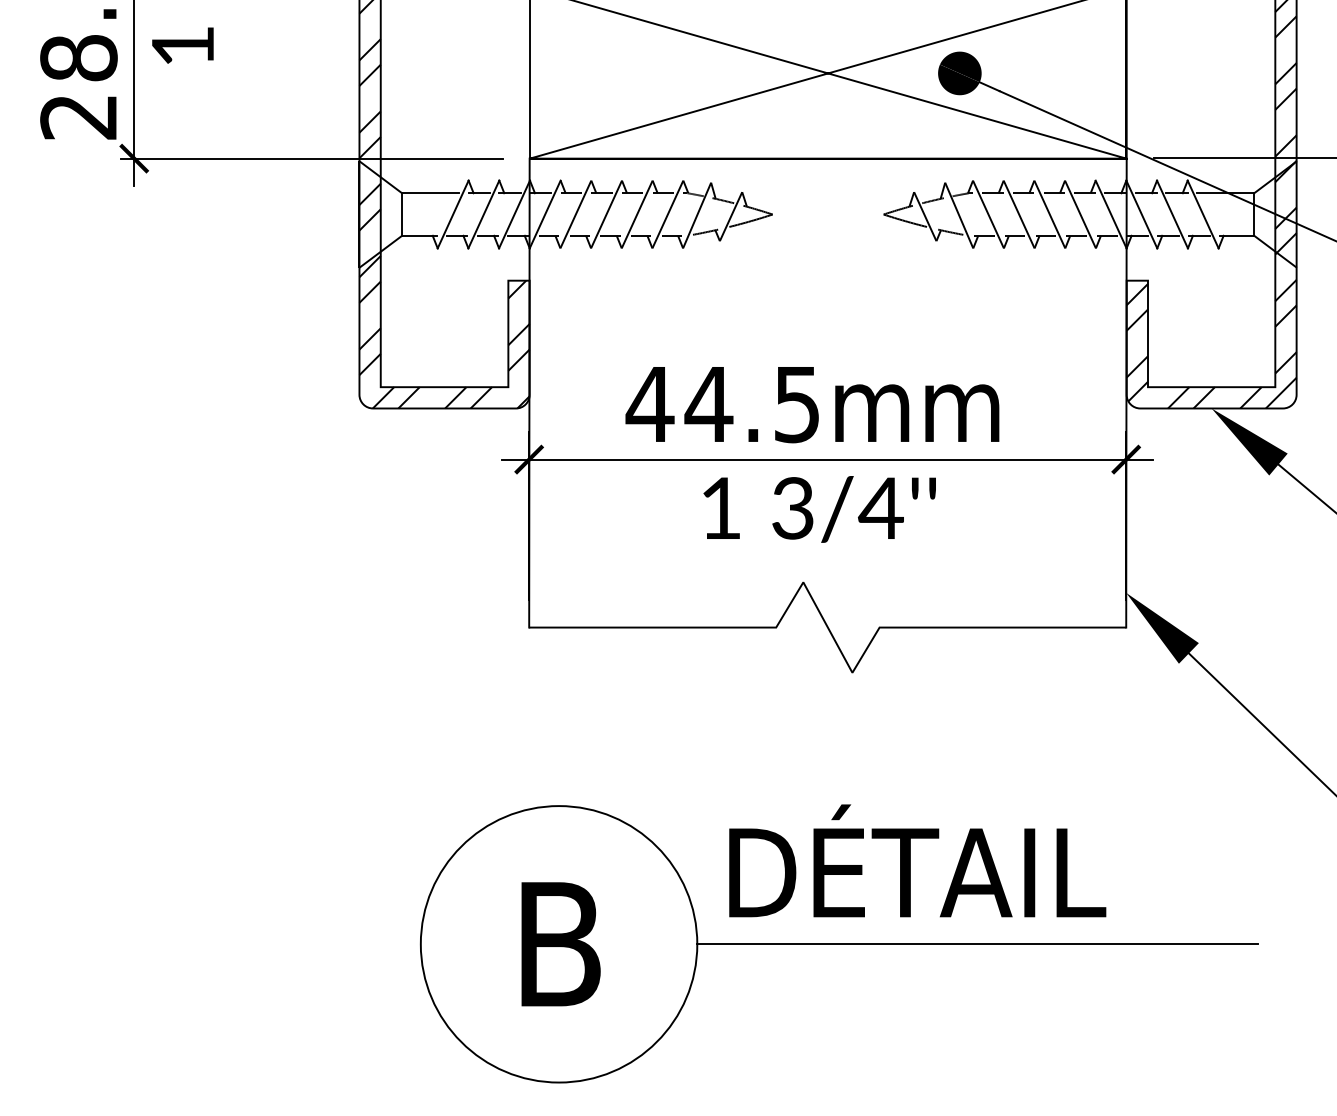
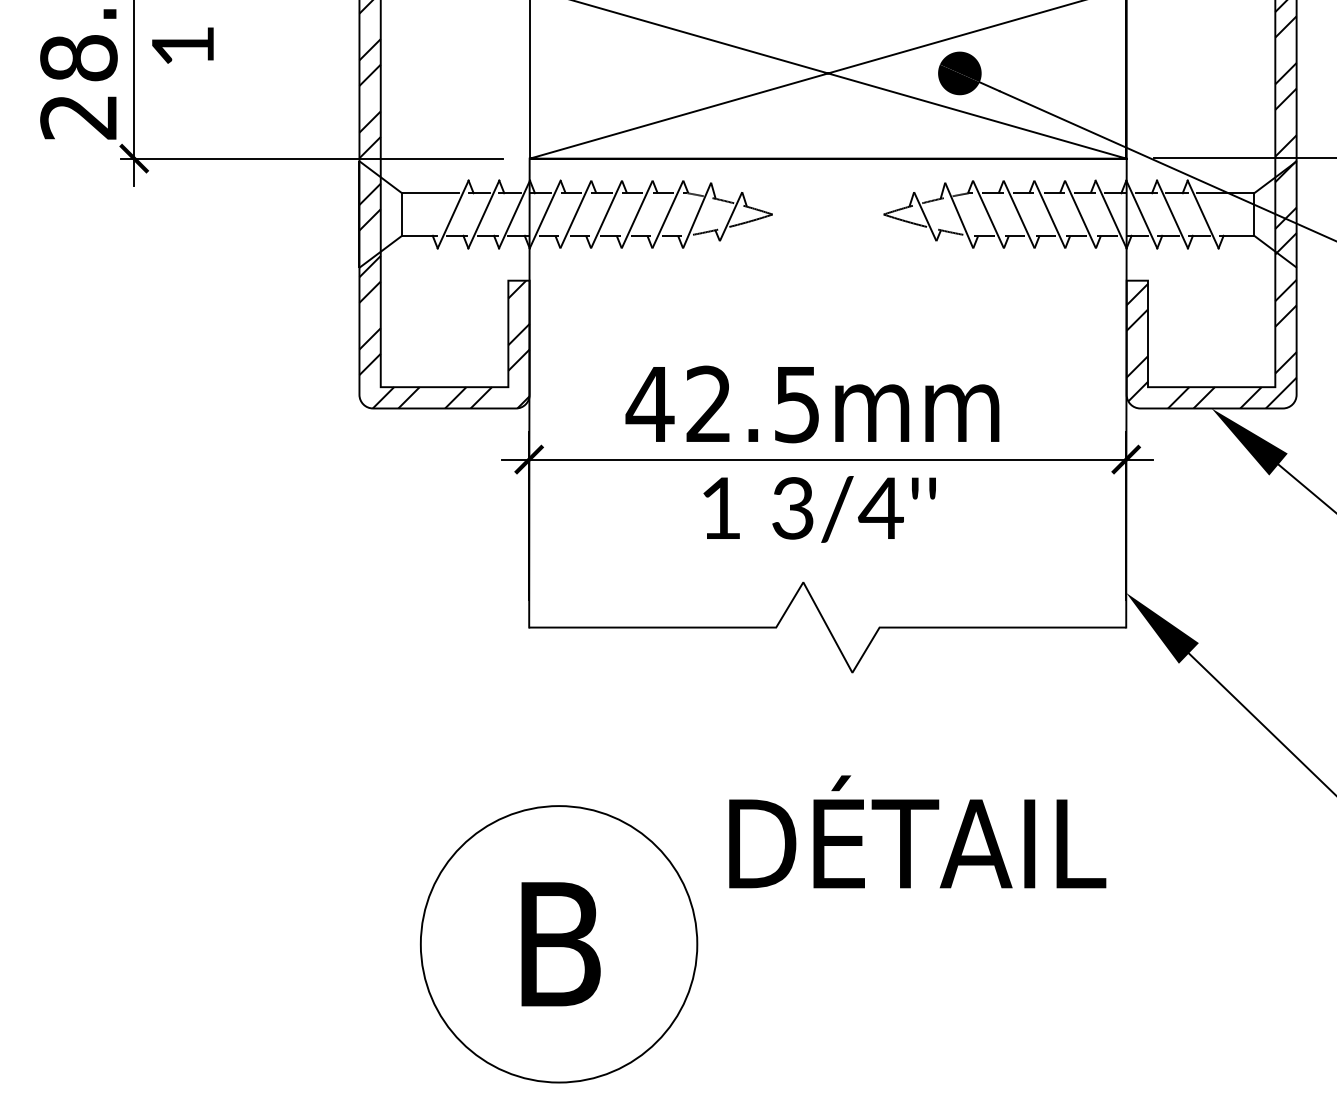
text at (708, 403): 44.5mm -> 42.5mm
text at (917, 860) position: (917, 860) -> (917, 831)
line at (977, 944): present -> none
